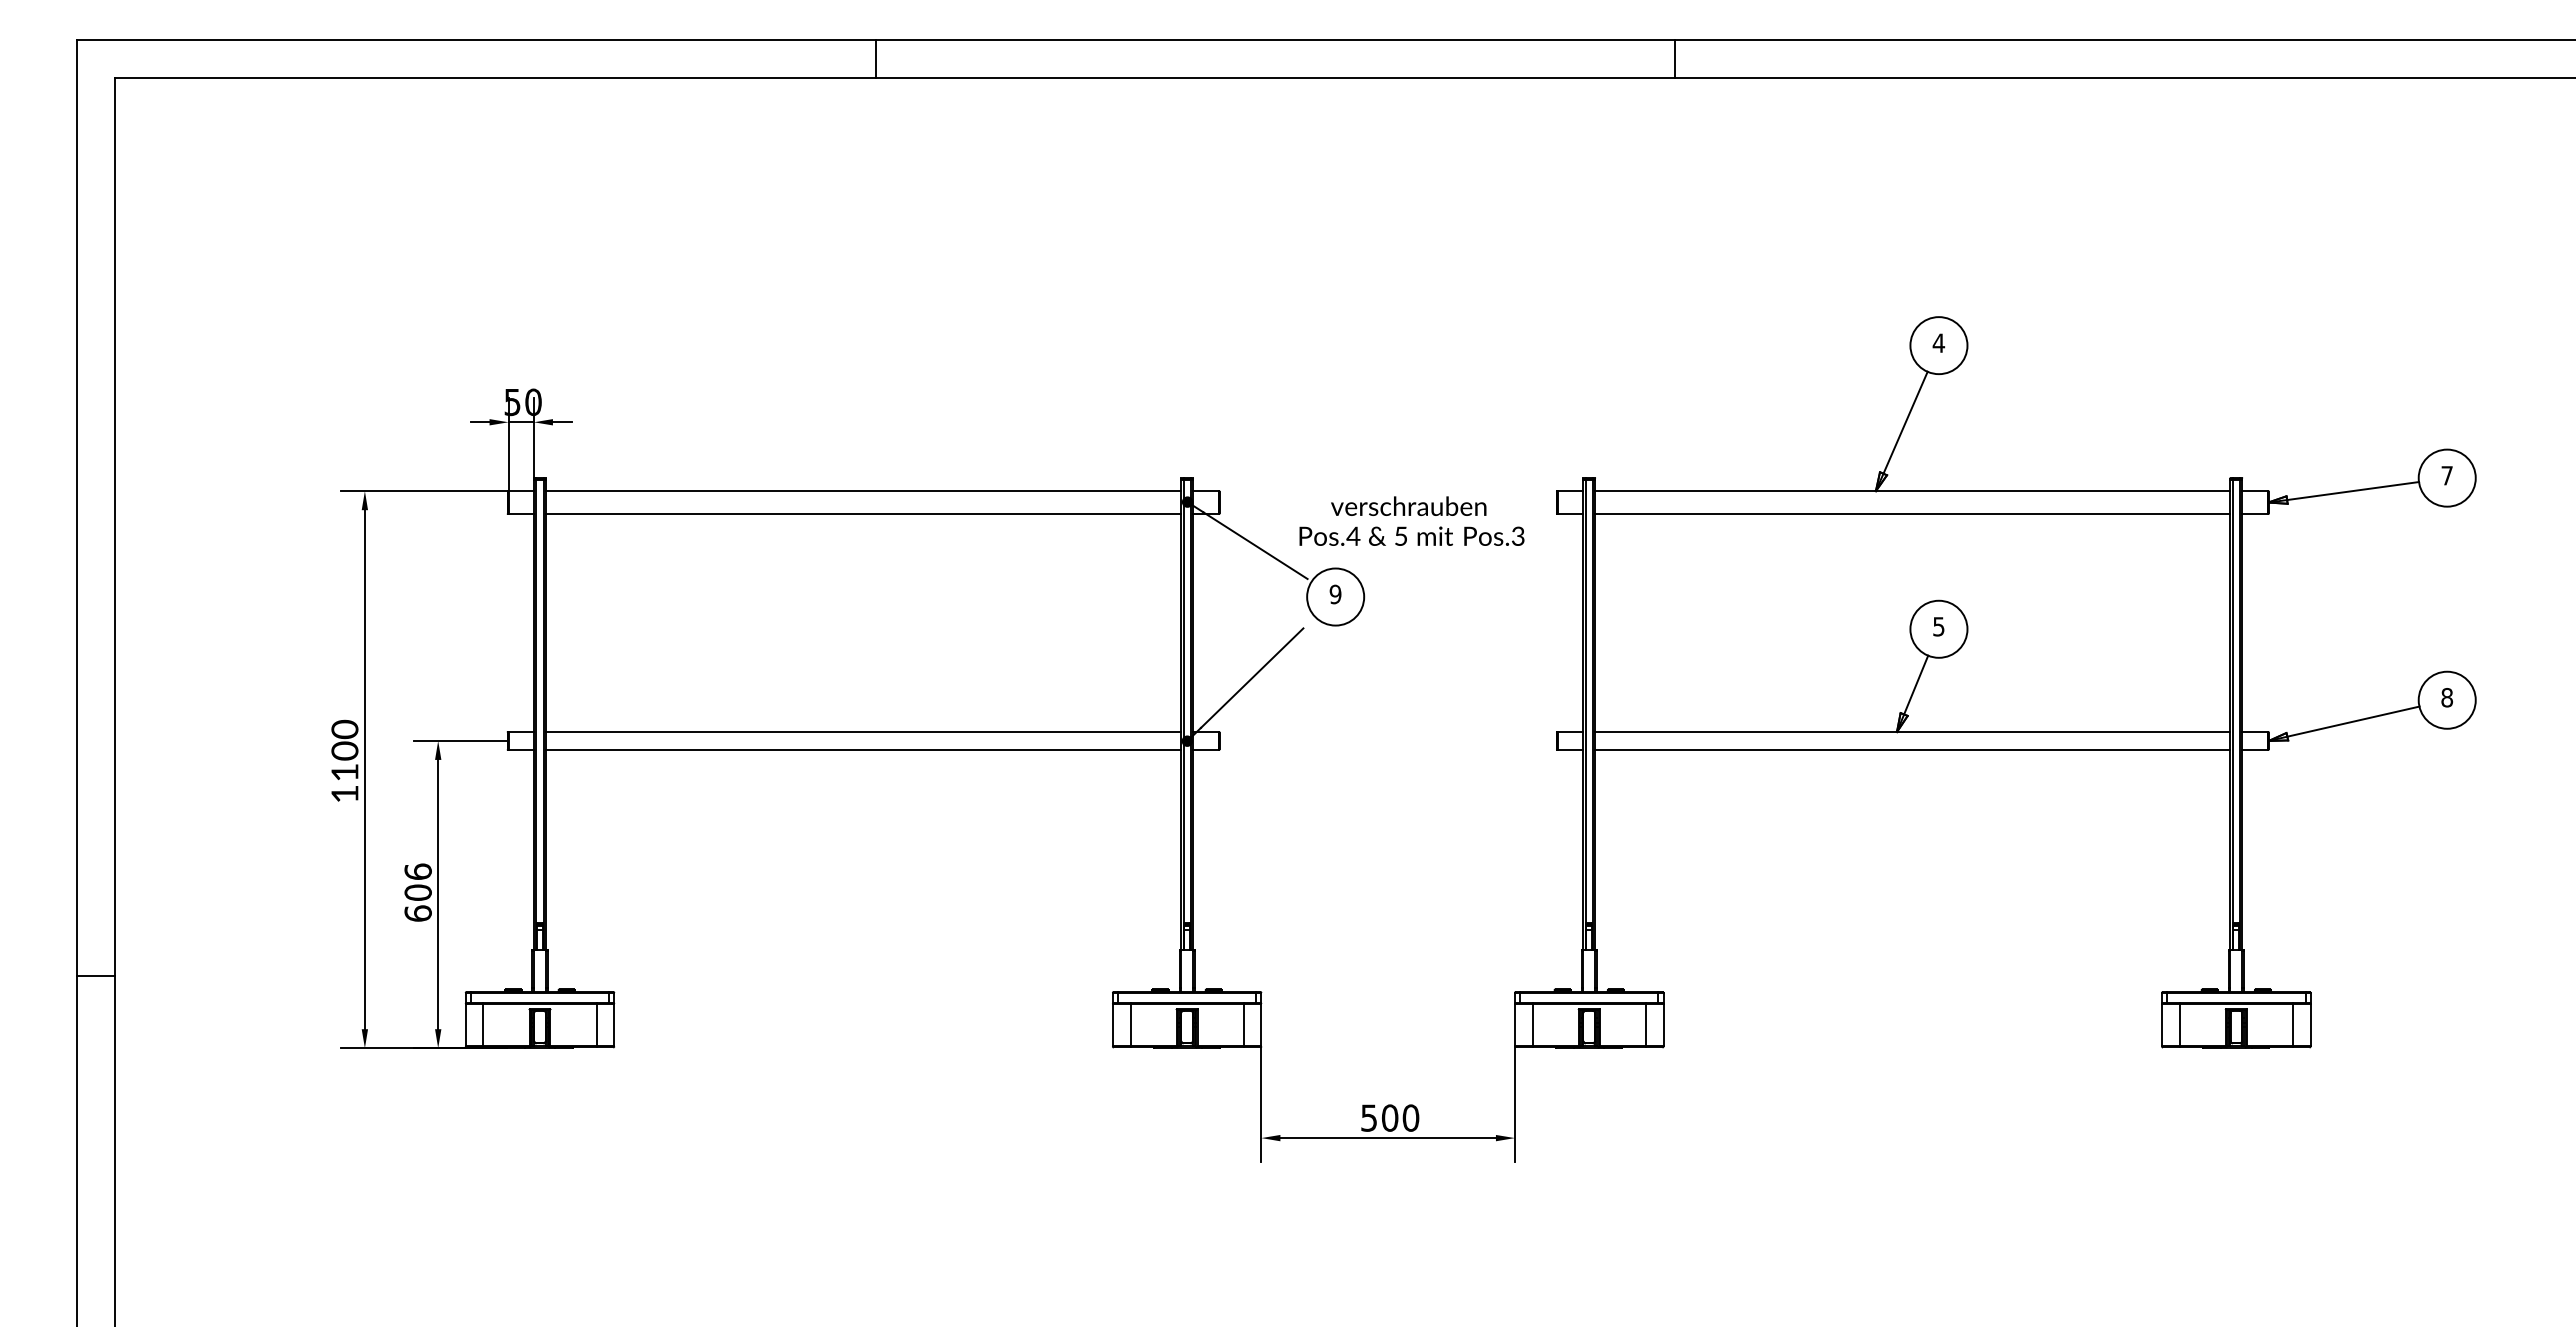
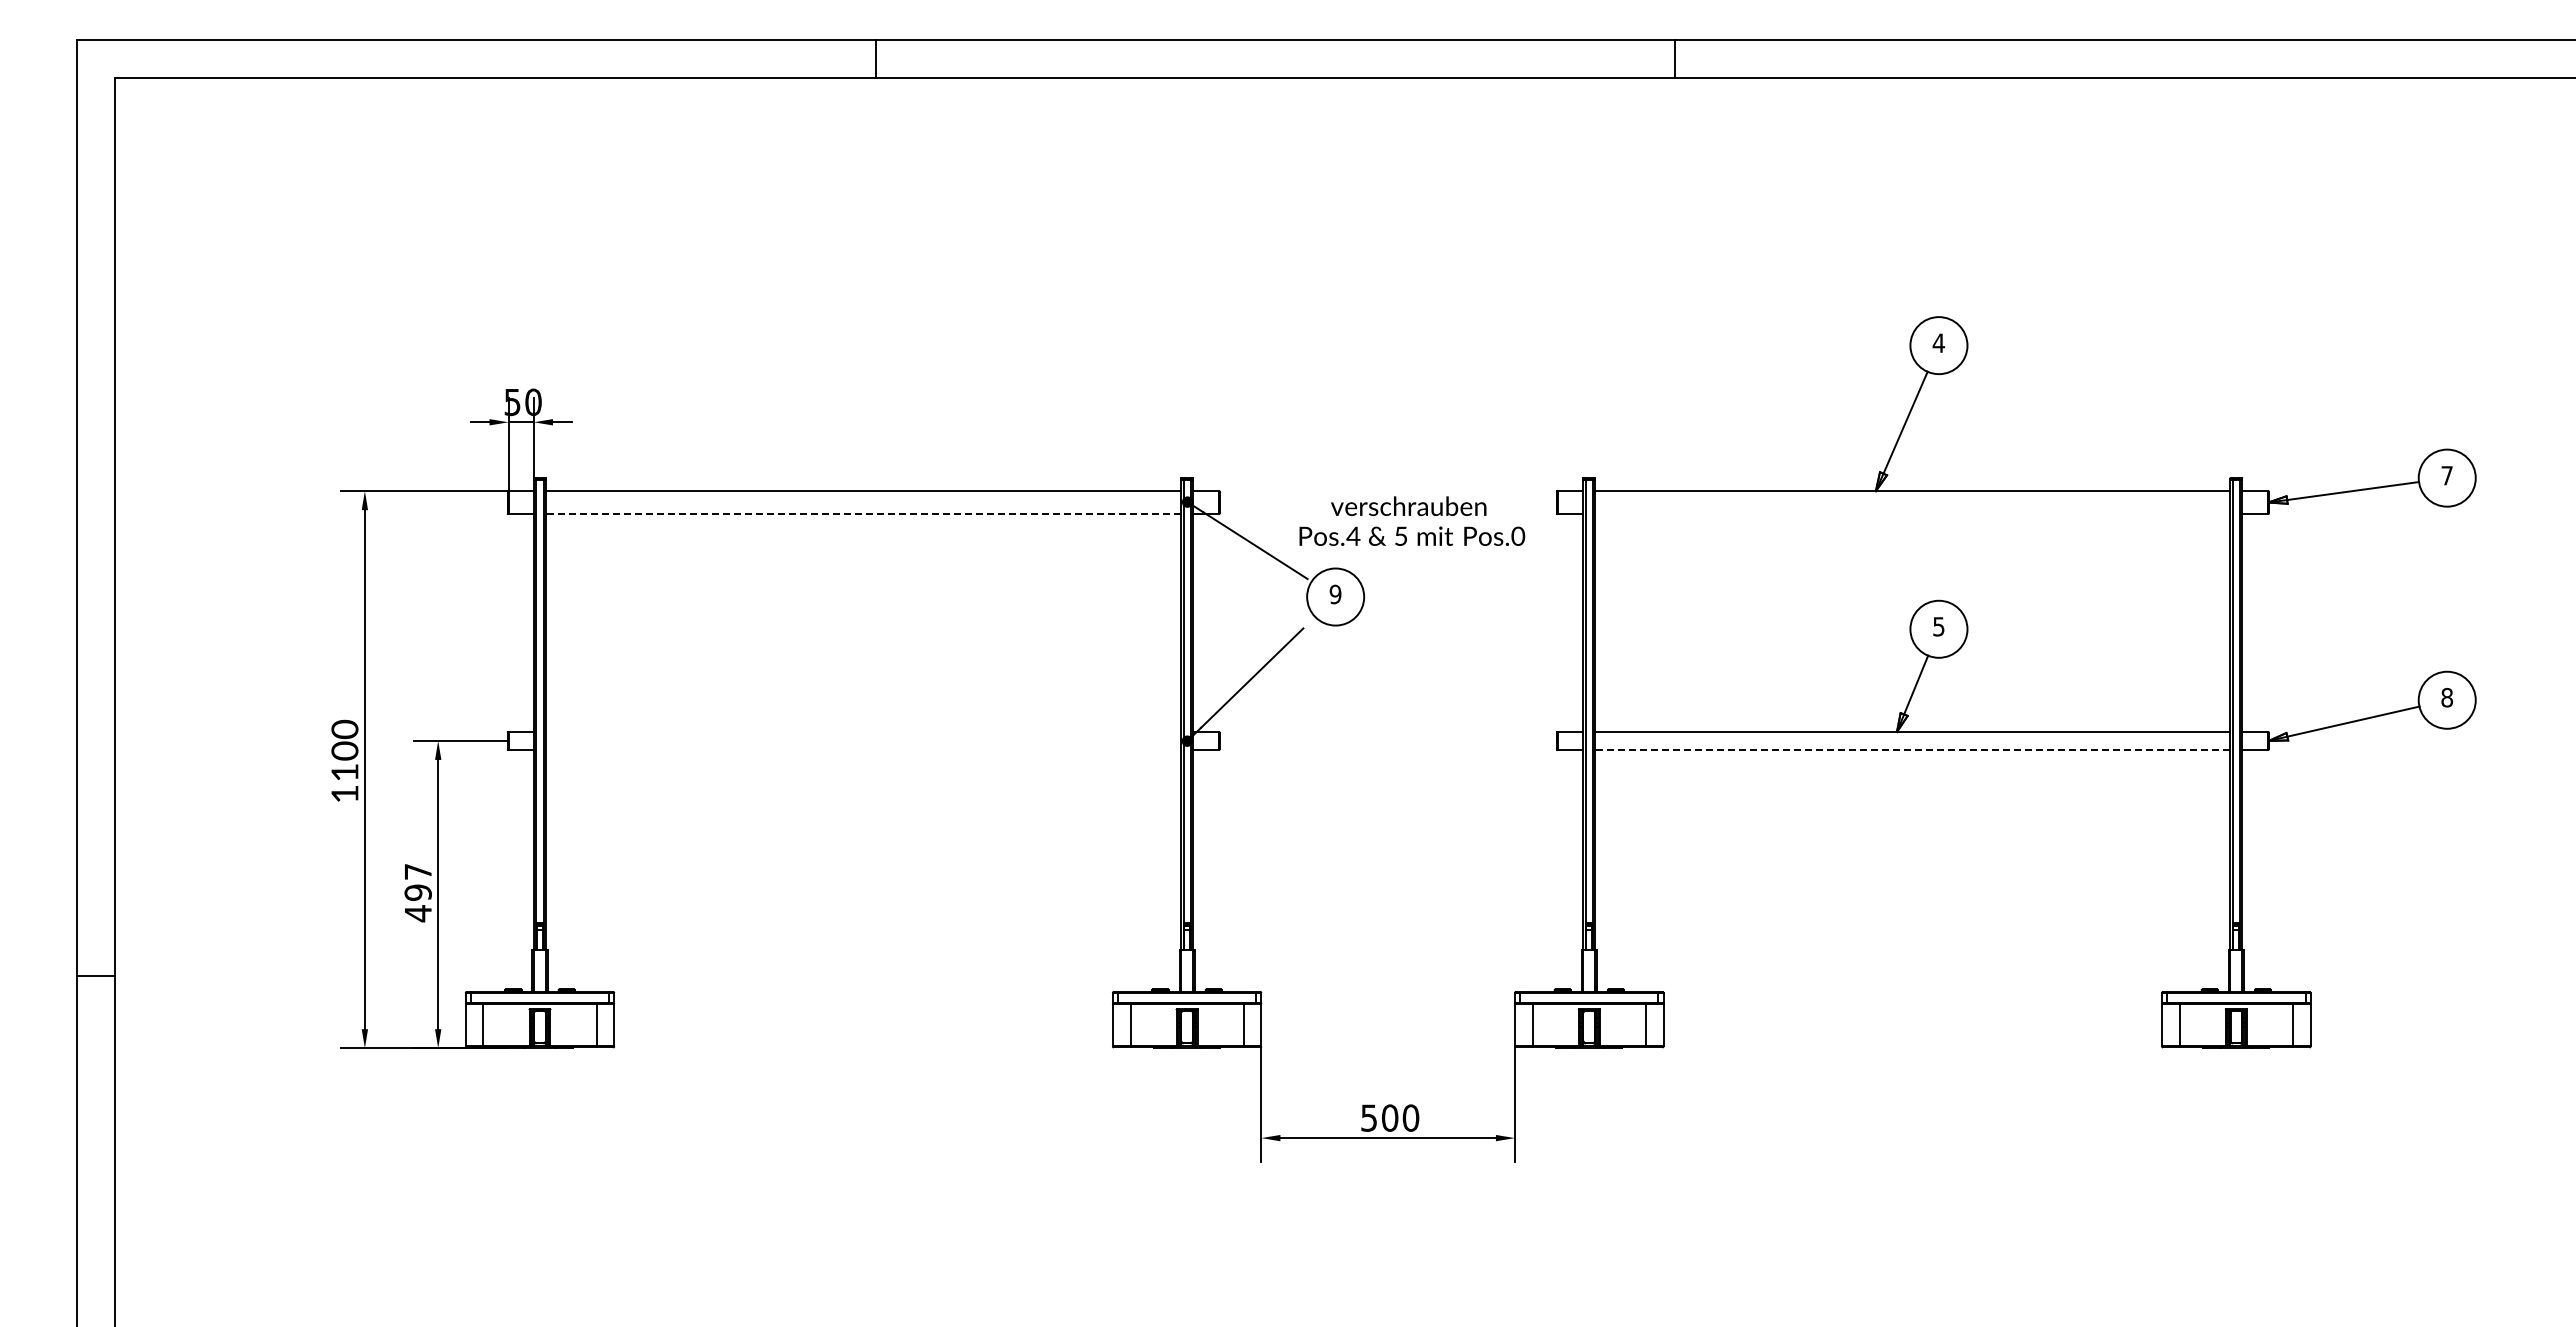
line at (863, 514): solid -> dashed
line at (1912, 514): present -> none
text at (1518, 536): Pos.3 -> Pos.0
line at (863, 732): present -> none
line at (863, 749): present -> none
line at (1912, 749): solid -> dashed
text at (417, 892): 606 -> 497
